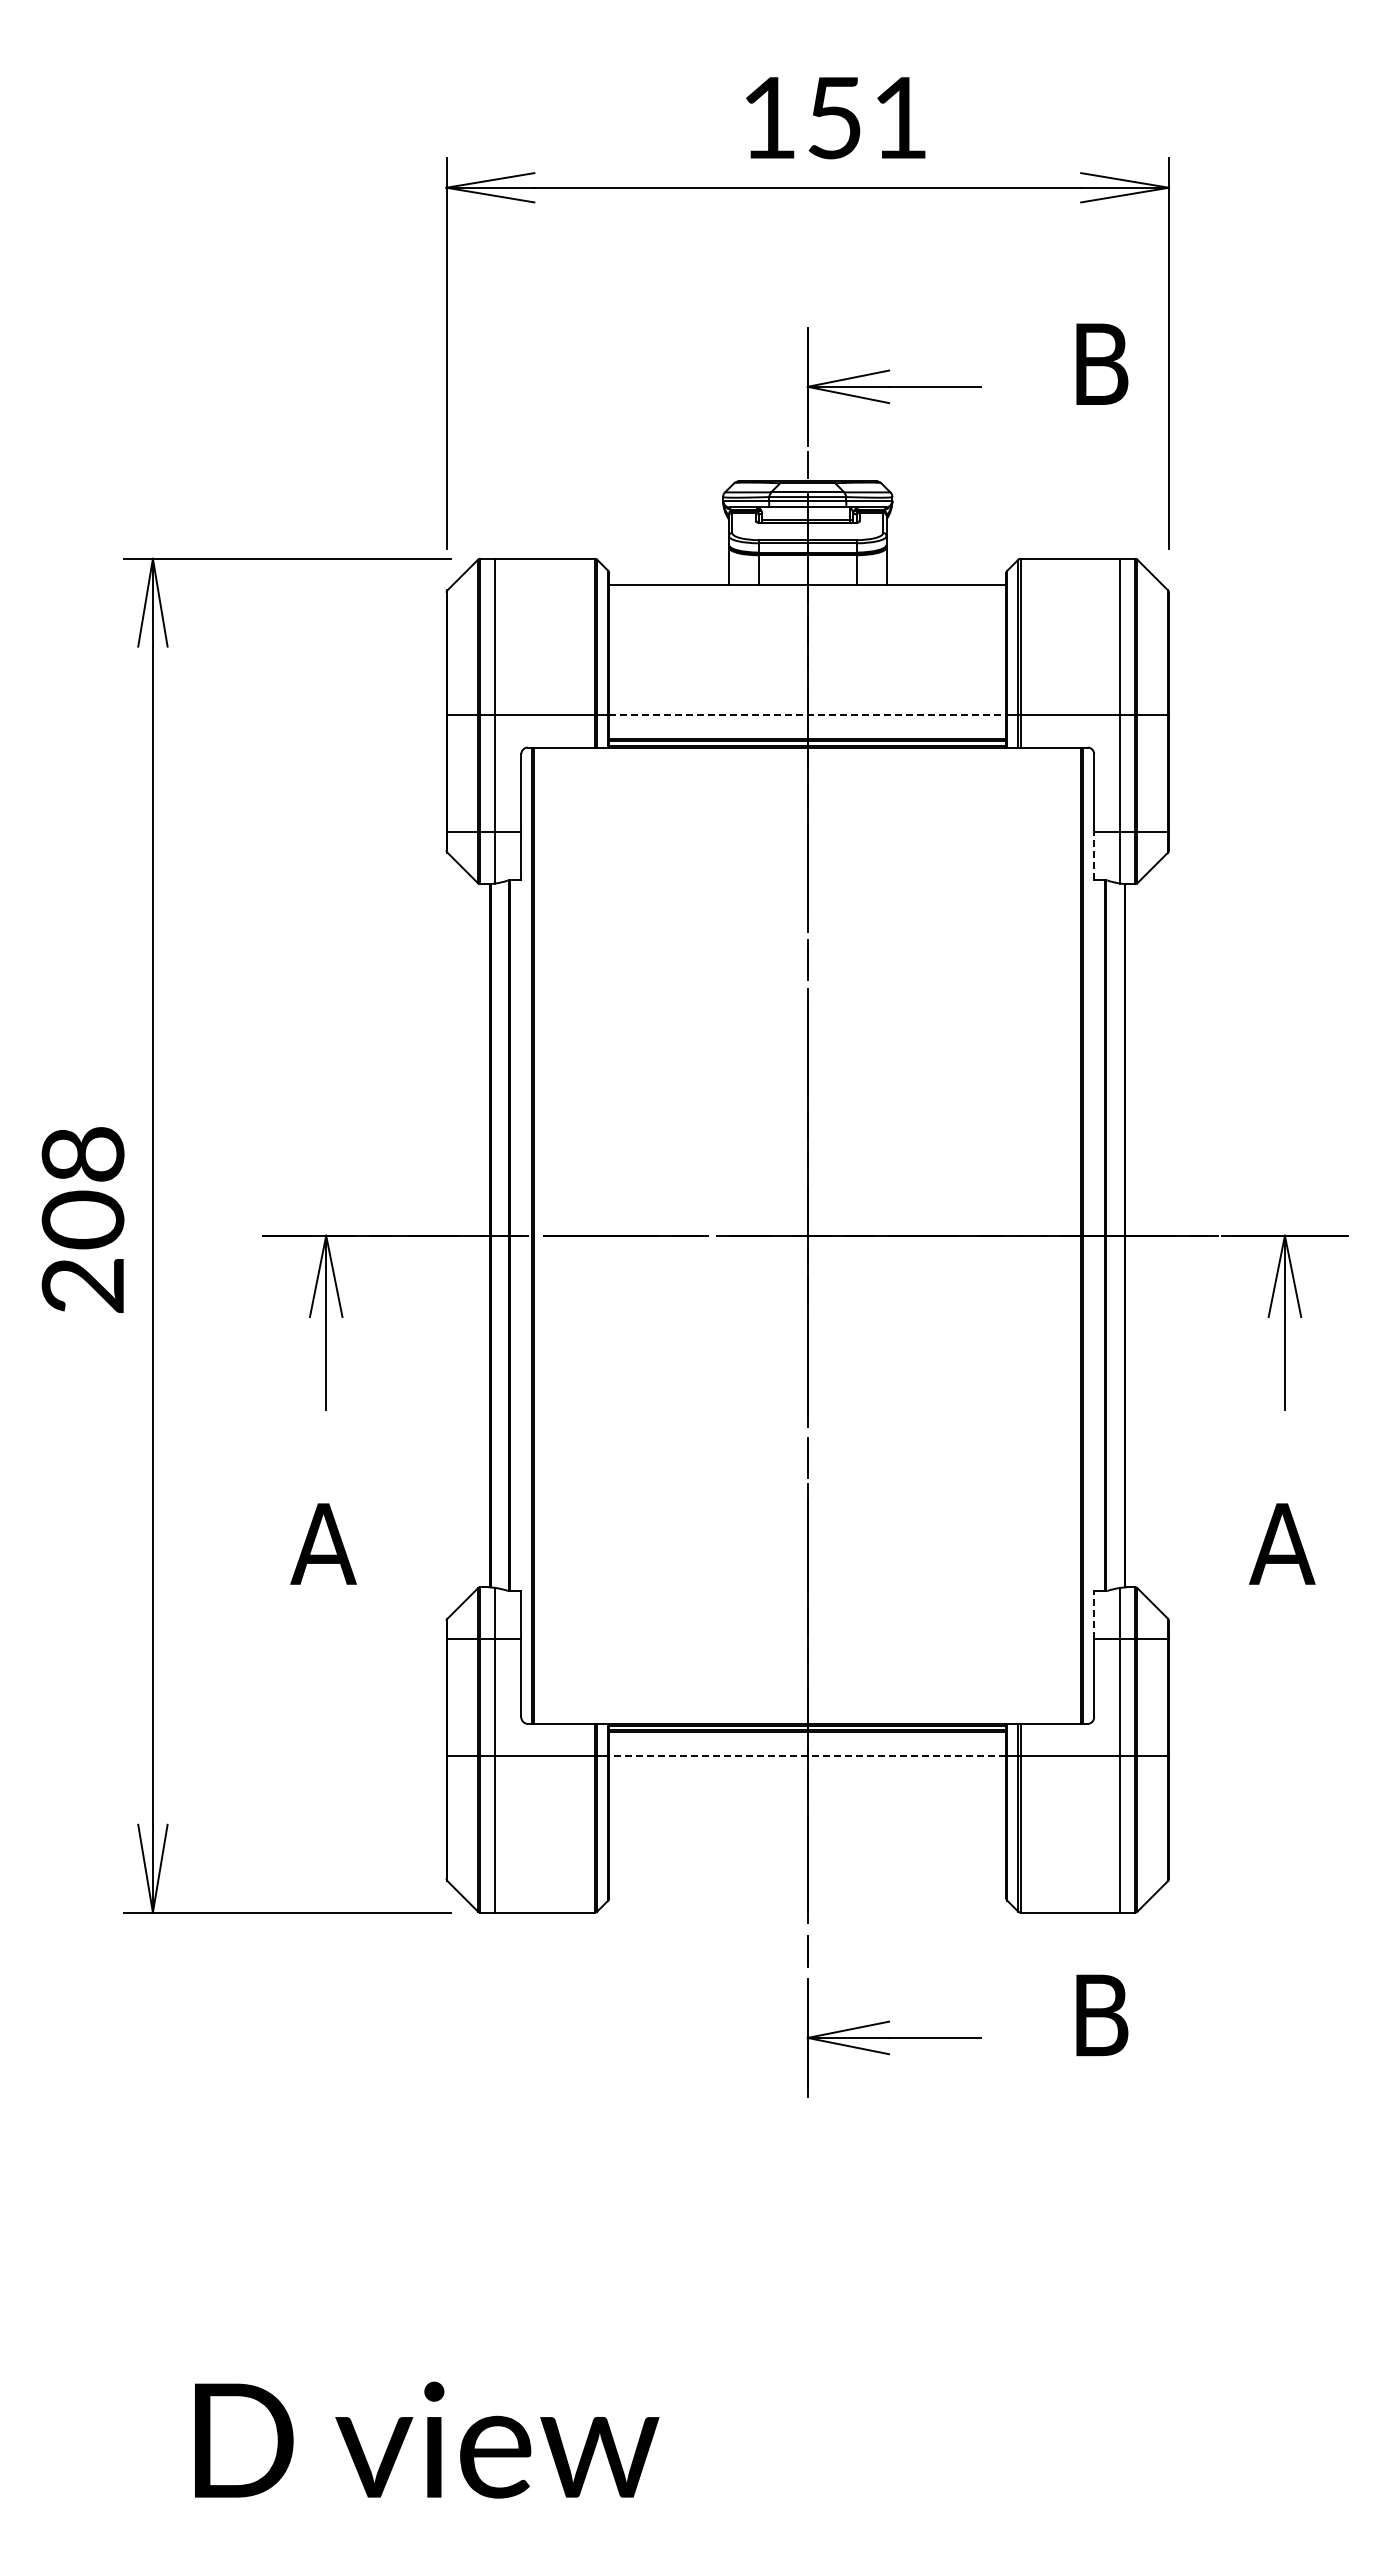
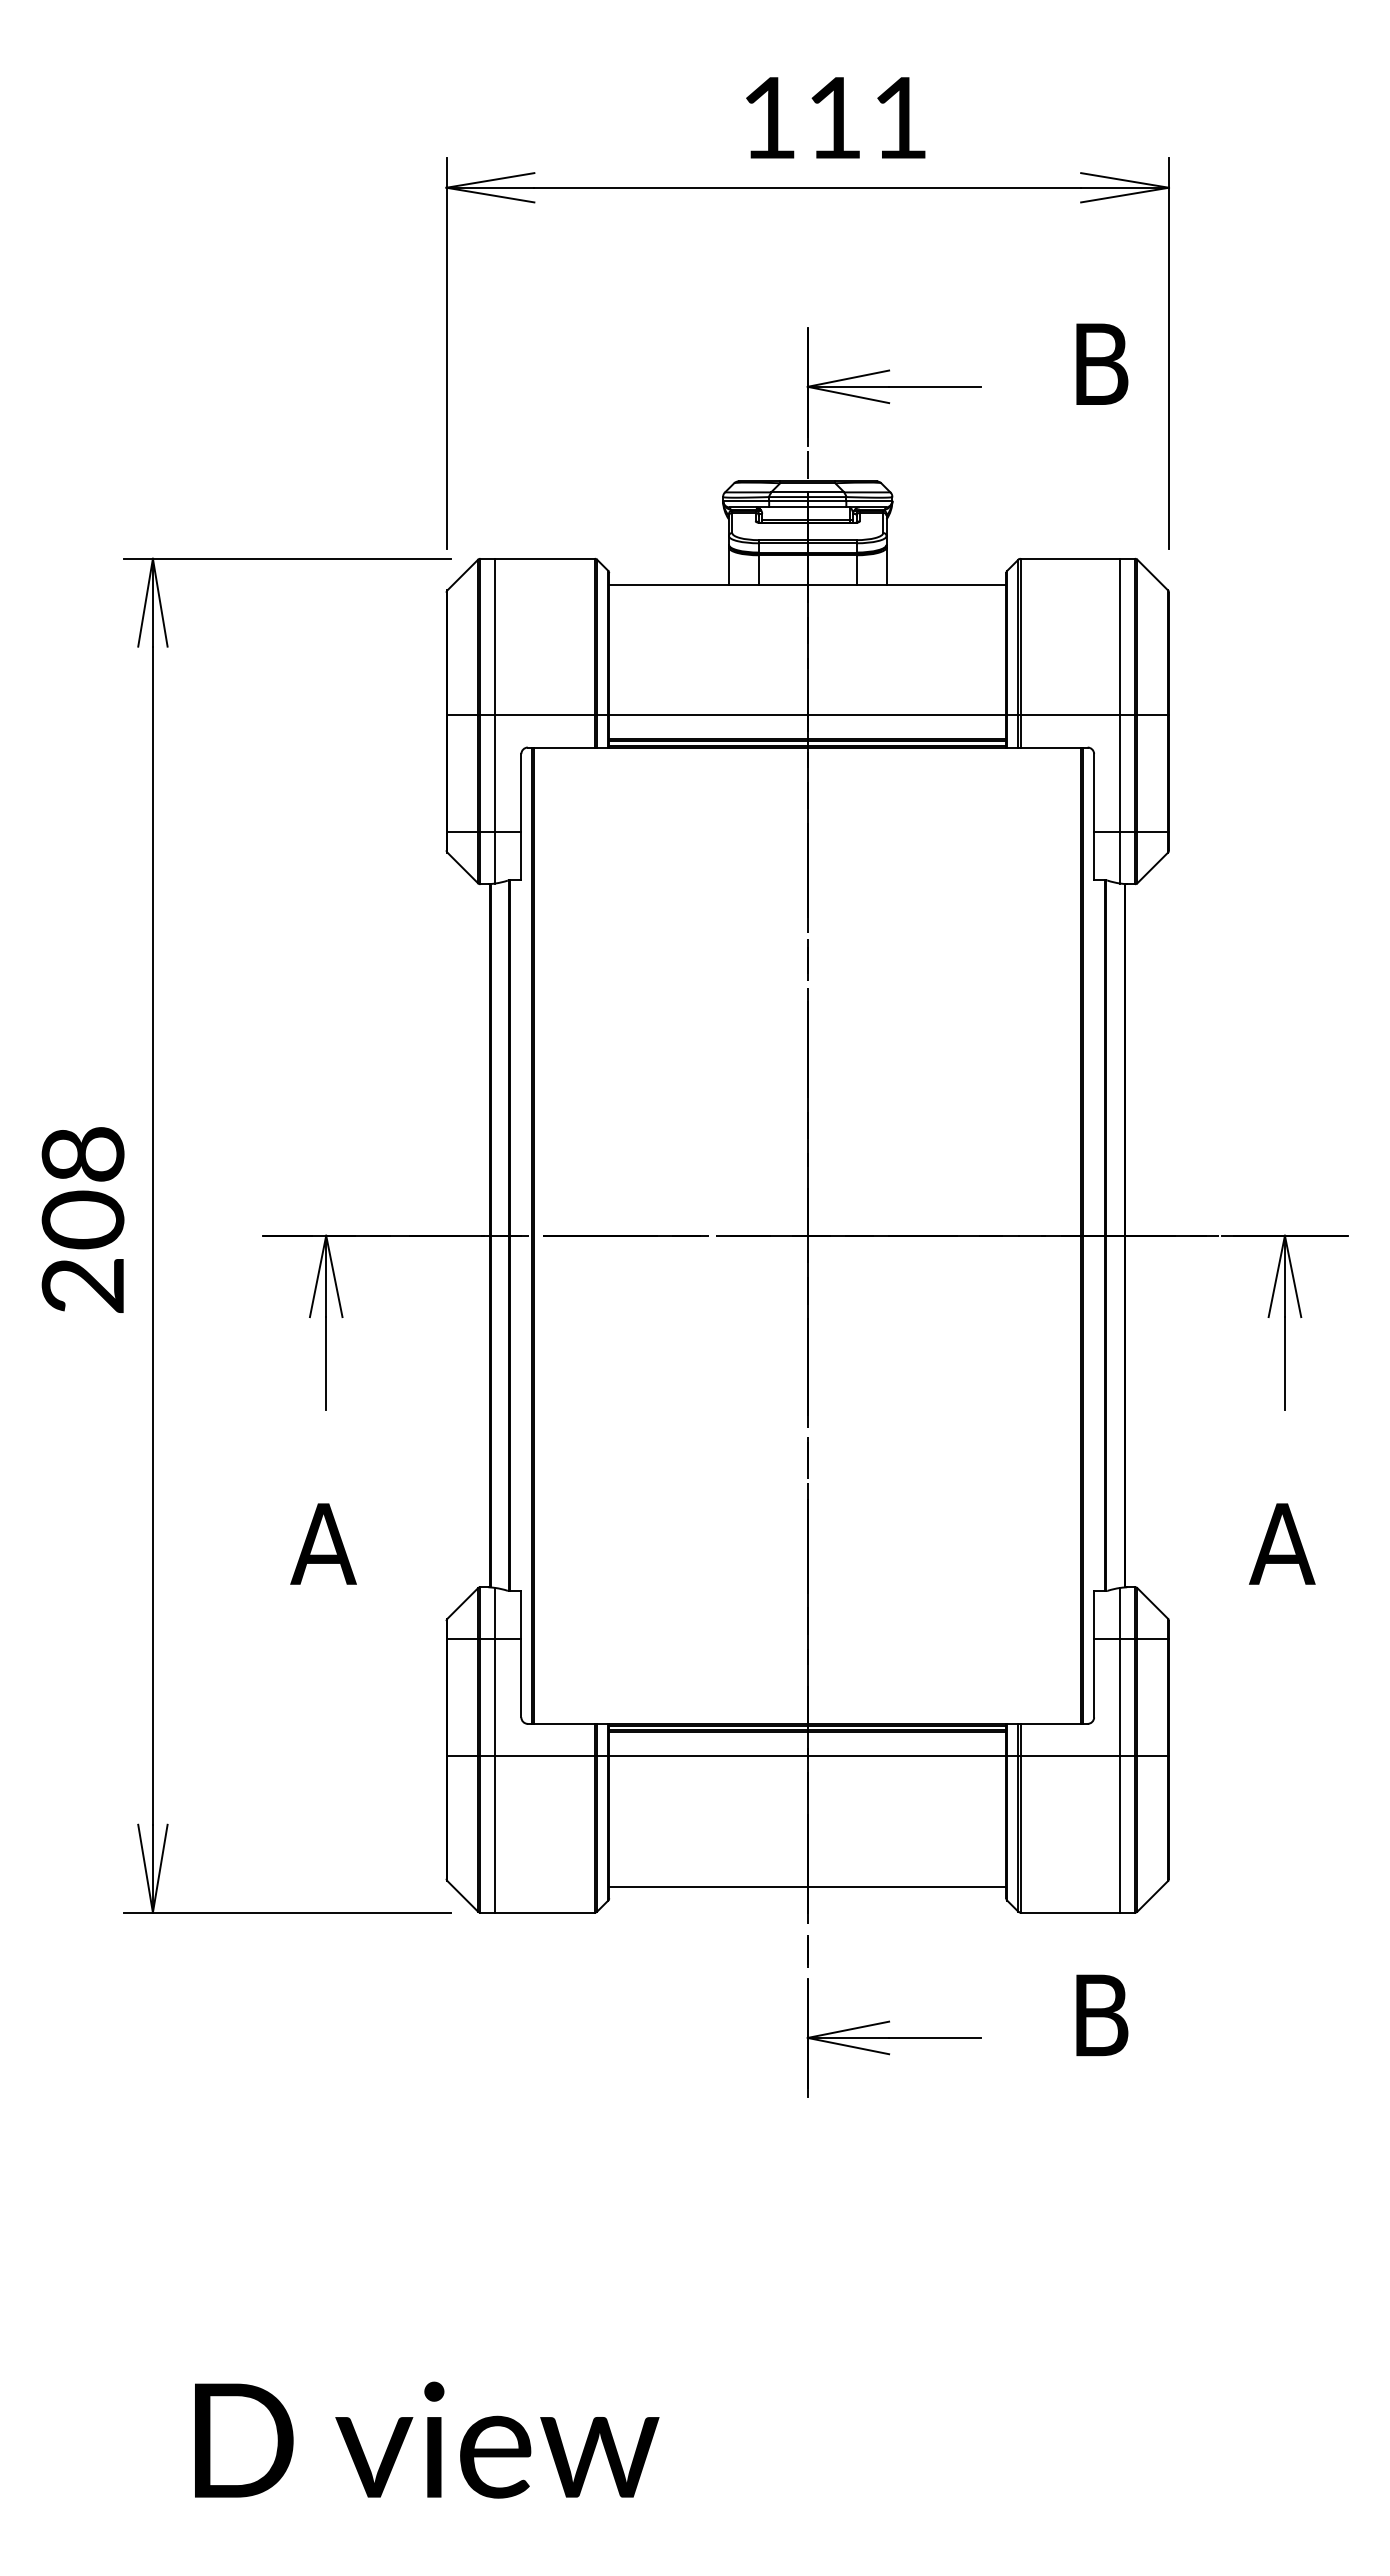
text at (834, 118): 151 -> 111
line at (807, 715): dashed -> solid
line at (1094, 855): dashed -> solid
line at (1094, 1614): dashed -> solid
line at (807, 1756): dashed -> solid
line at (807, 1886): none -> present
